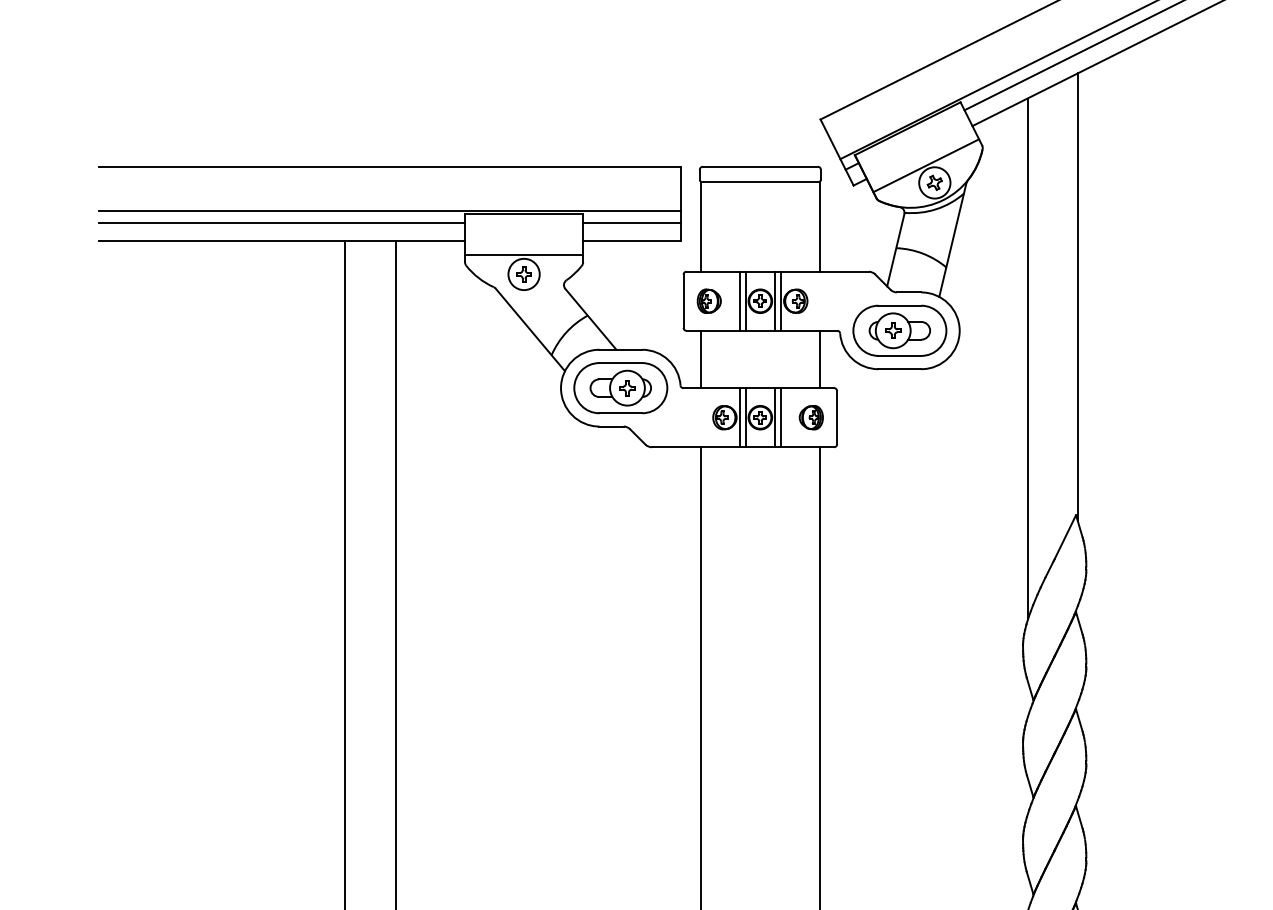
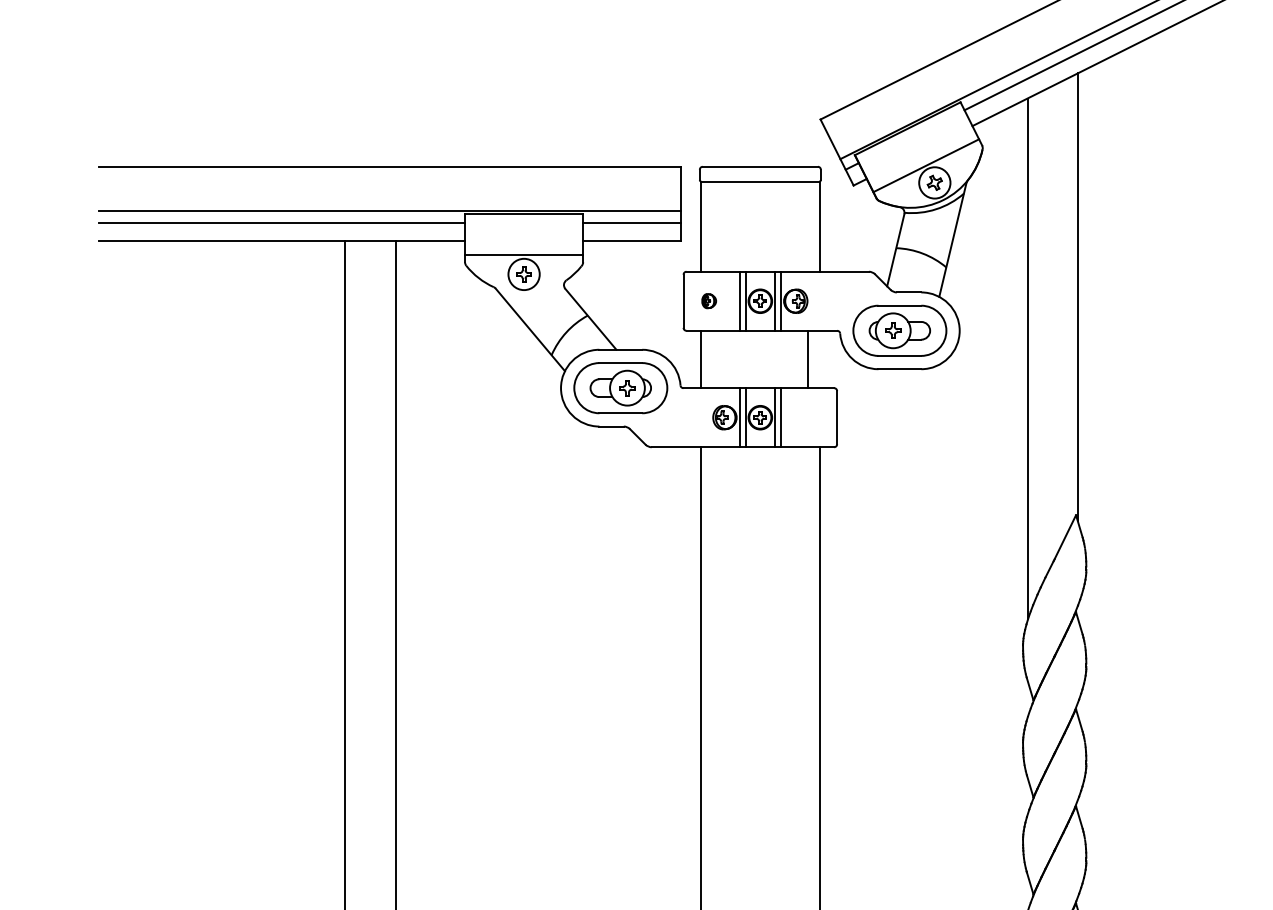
part at (708, 300) size: 26x26 px -> 16x17 px
line at (820, 359) position: (820, 359) -> (808, 359)
part at (810, 417): present -> none
